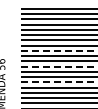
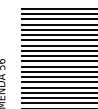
line at (60, 50): dashed -> solid
line at (60, 66): dashed -> solid
line at (60, 82): dashed -> solid
